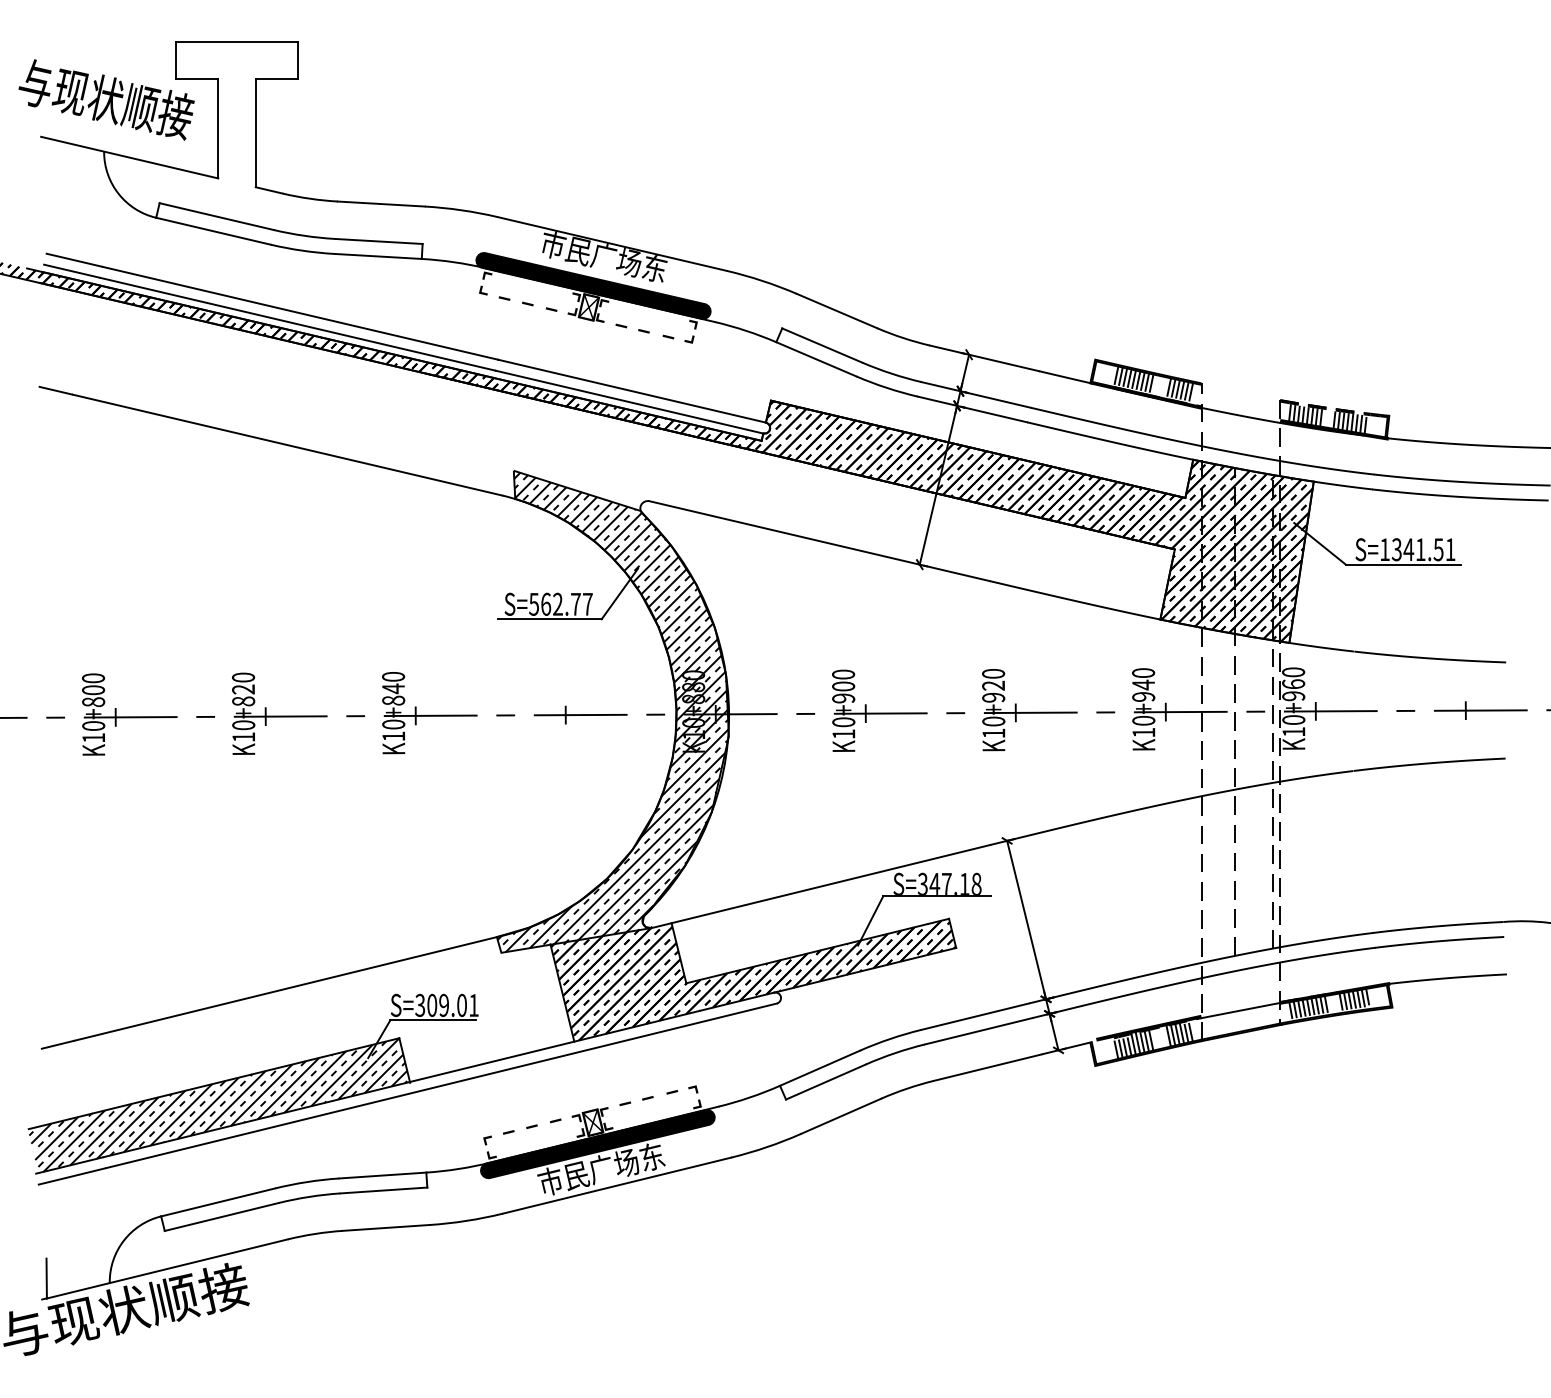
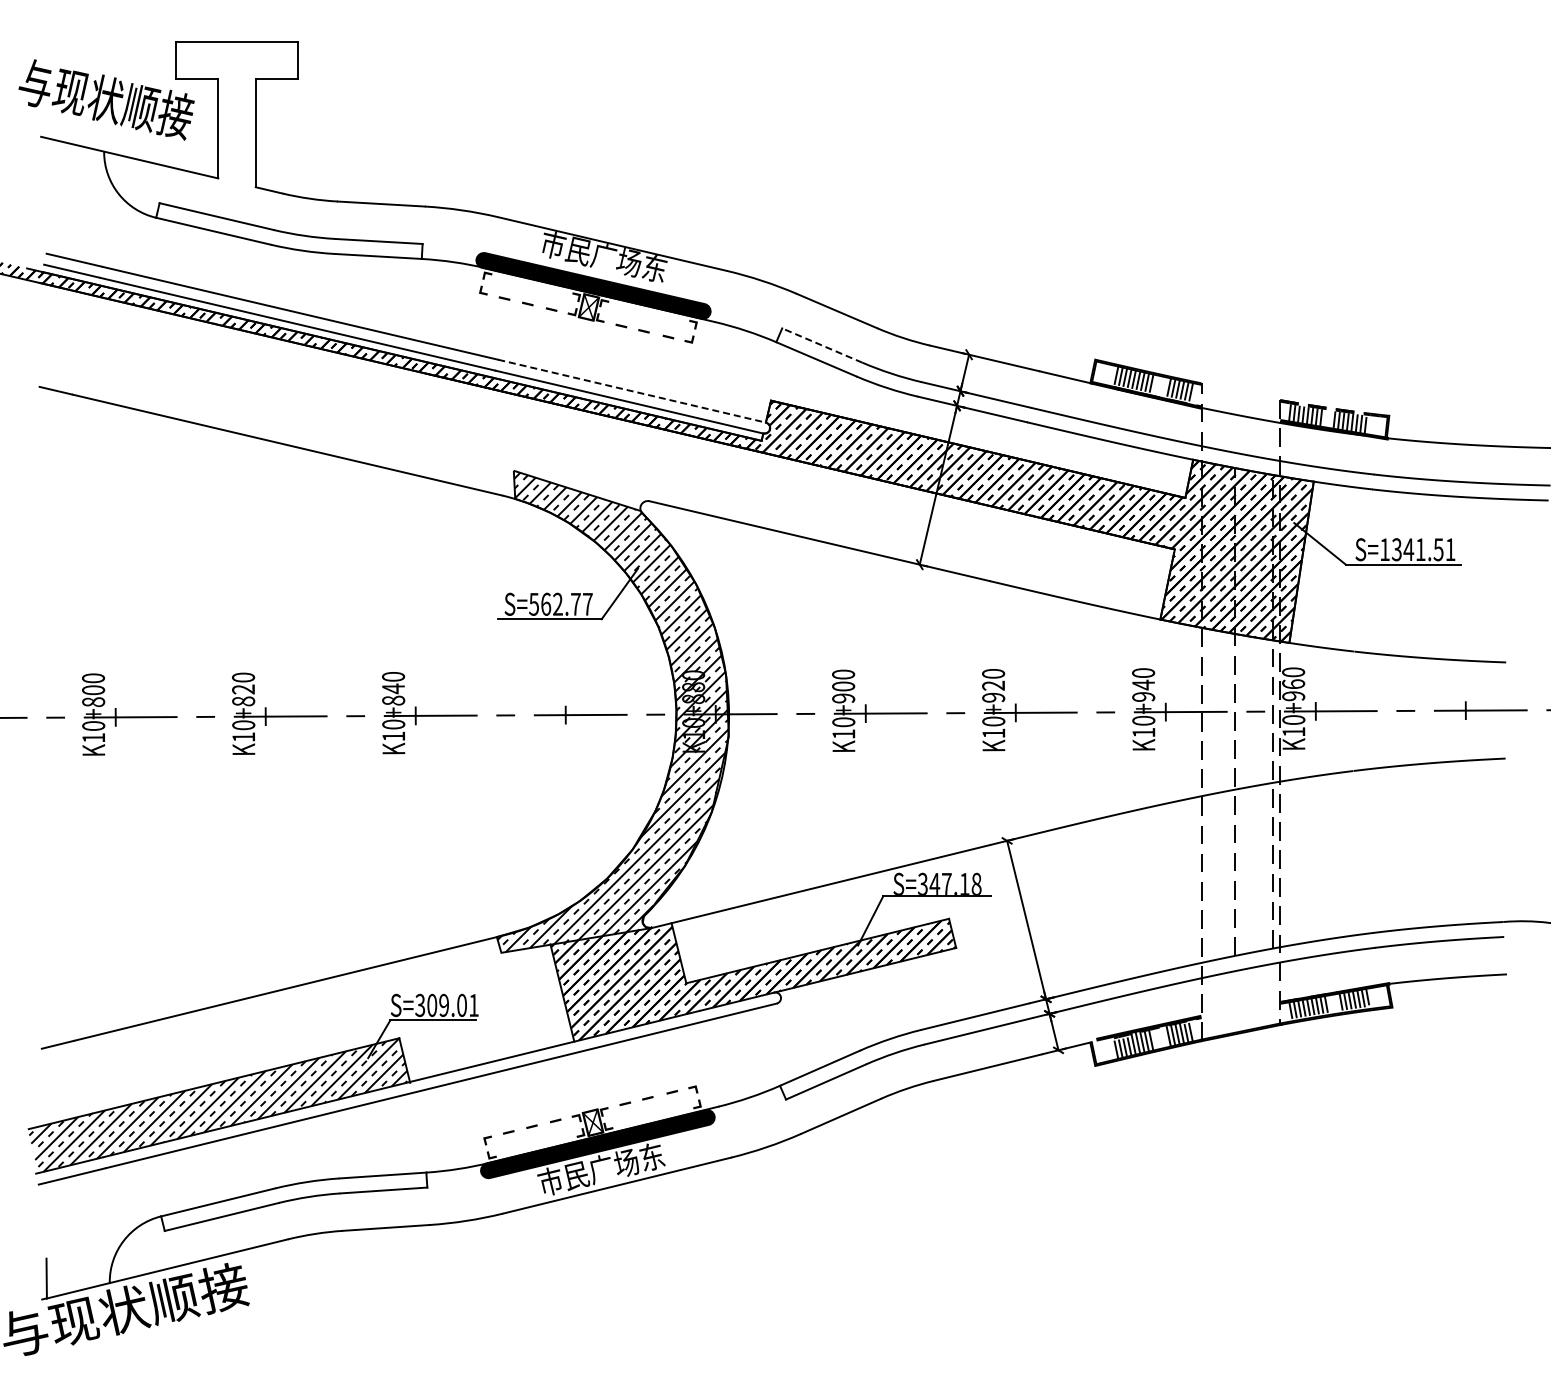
line at (822, 345): solid -> dashed
line at (632, 391): solid -> dashed
line at (1240, 1010): present -> none
